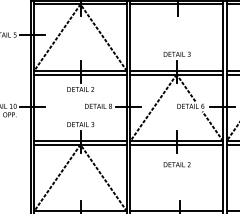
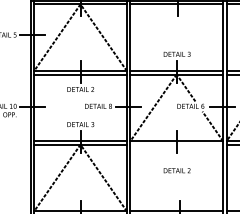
line at (176, 144): present -> none
text at (176, 164) position: (176, 164) -> (176, 170)
